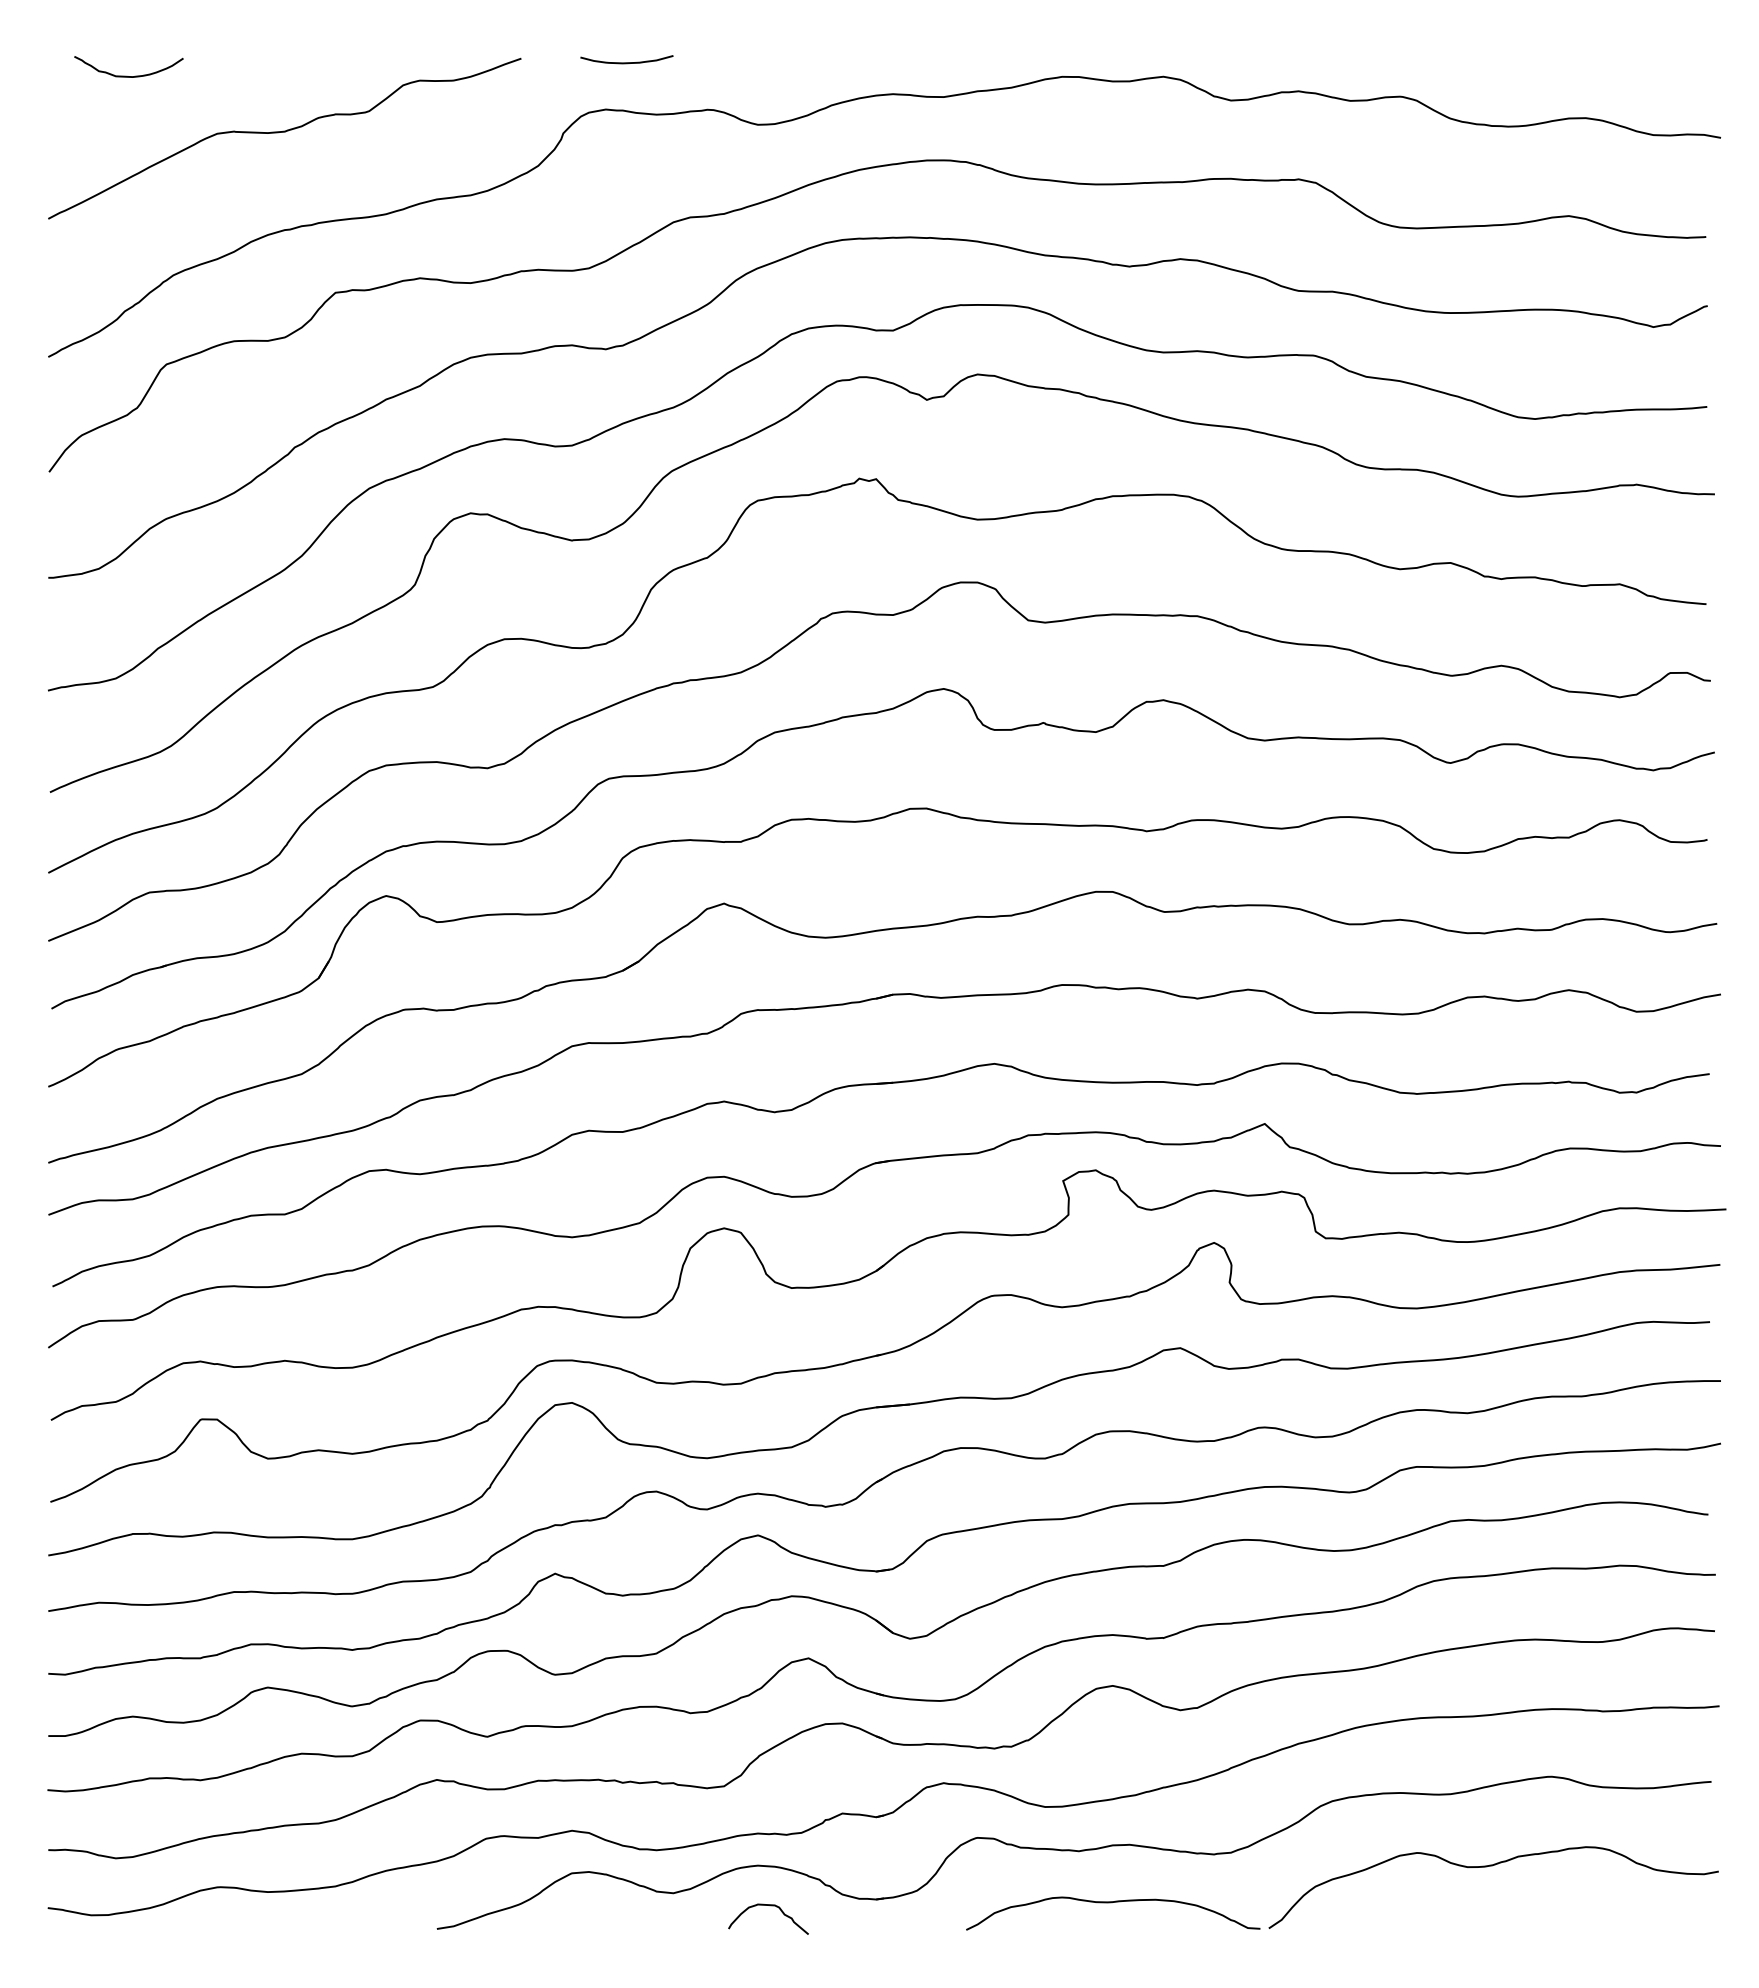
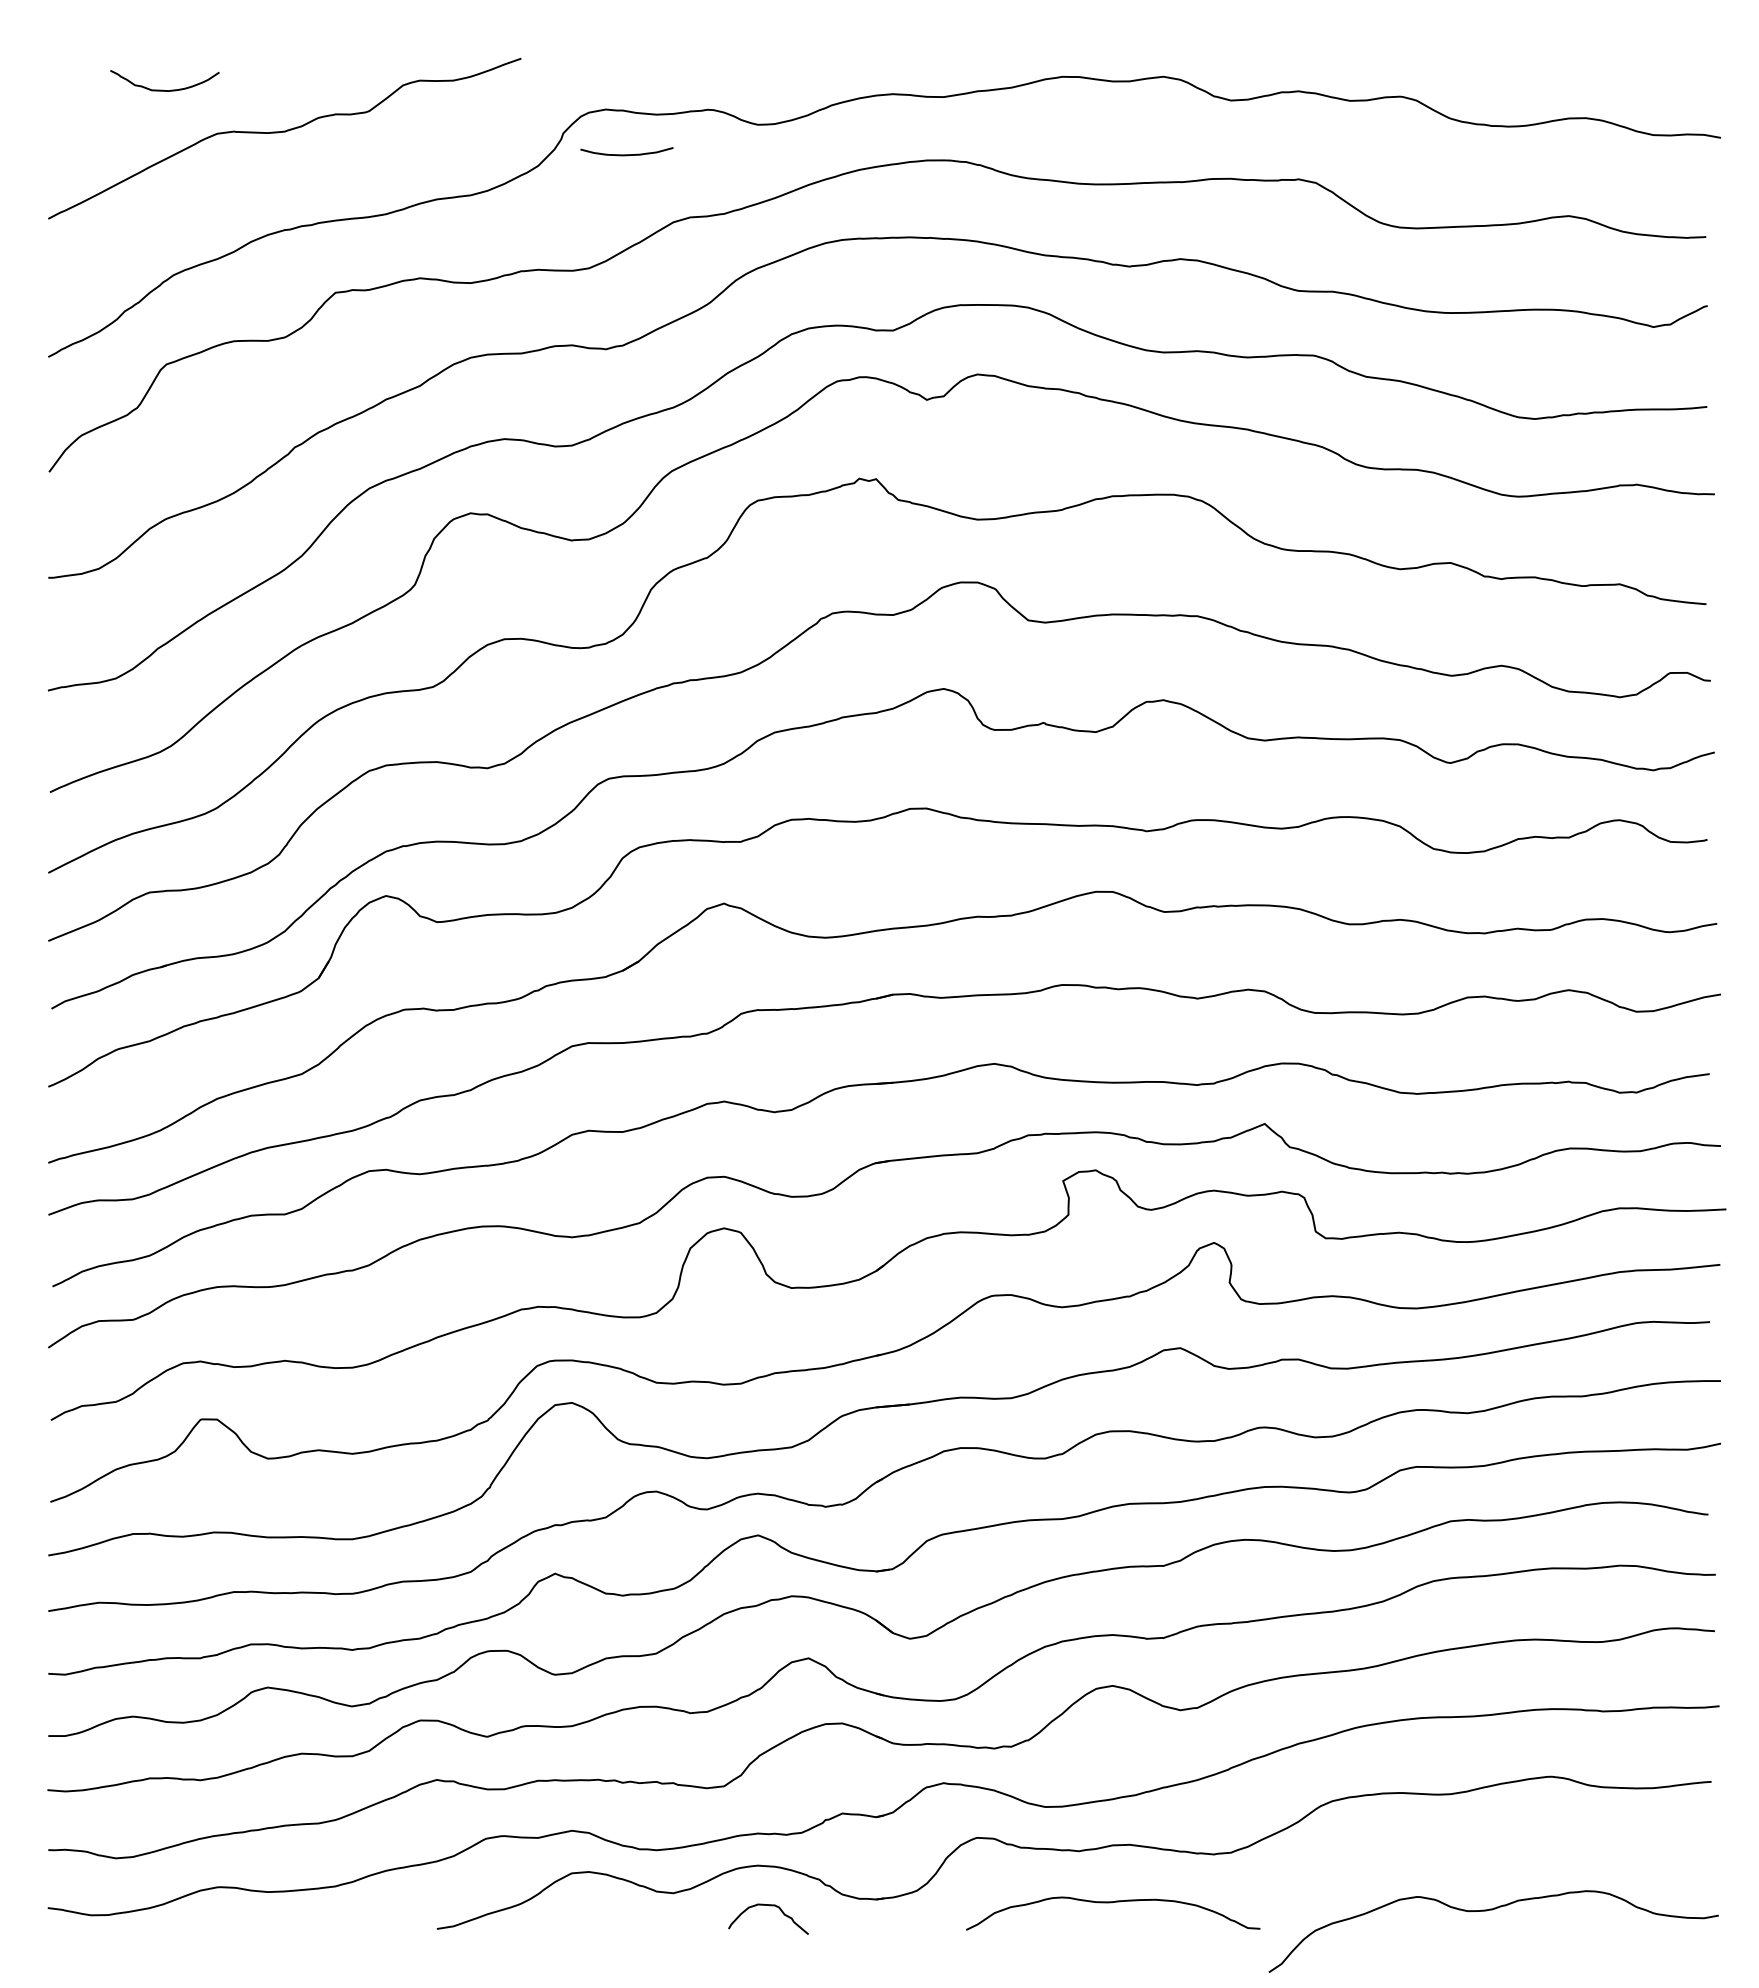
curve at (626, 62) position: (626, 62) -> (626, 154)
curve at (126, 75) position: (126, 75) -> (162, 89)
curve at (1492, 1866) position: (1492, 1866) -> (1492, 1910)
